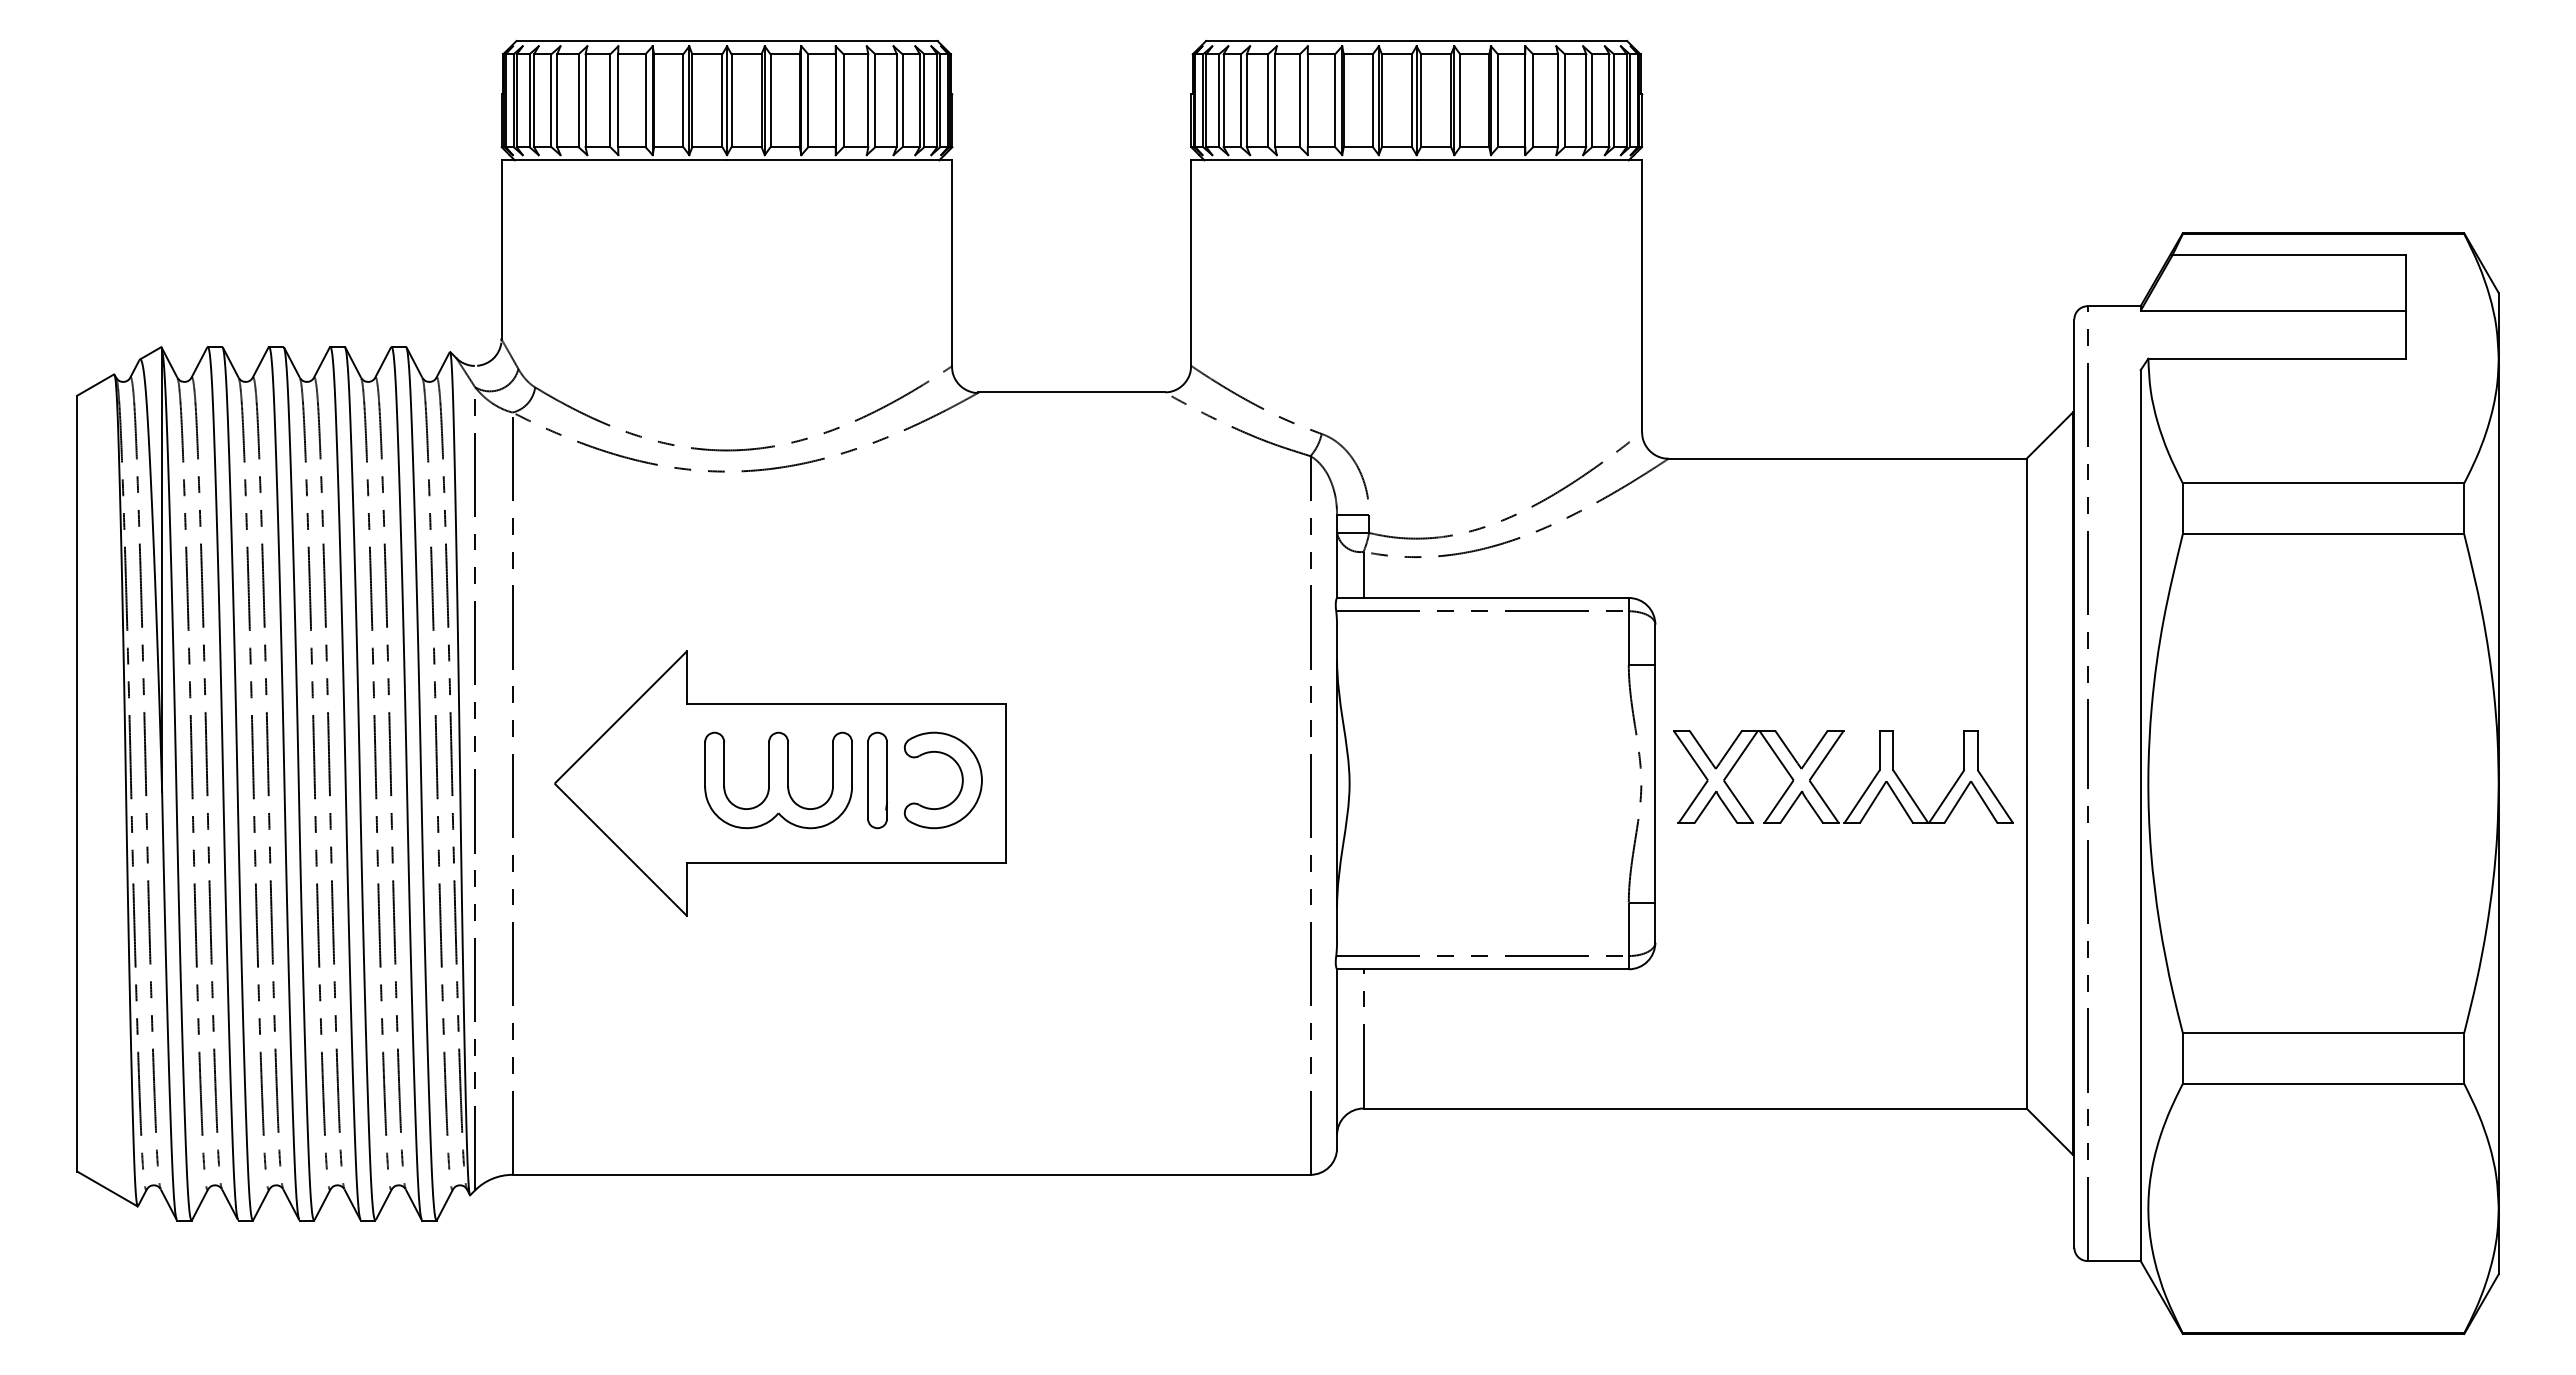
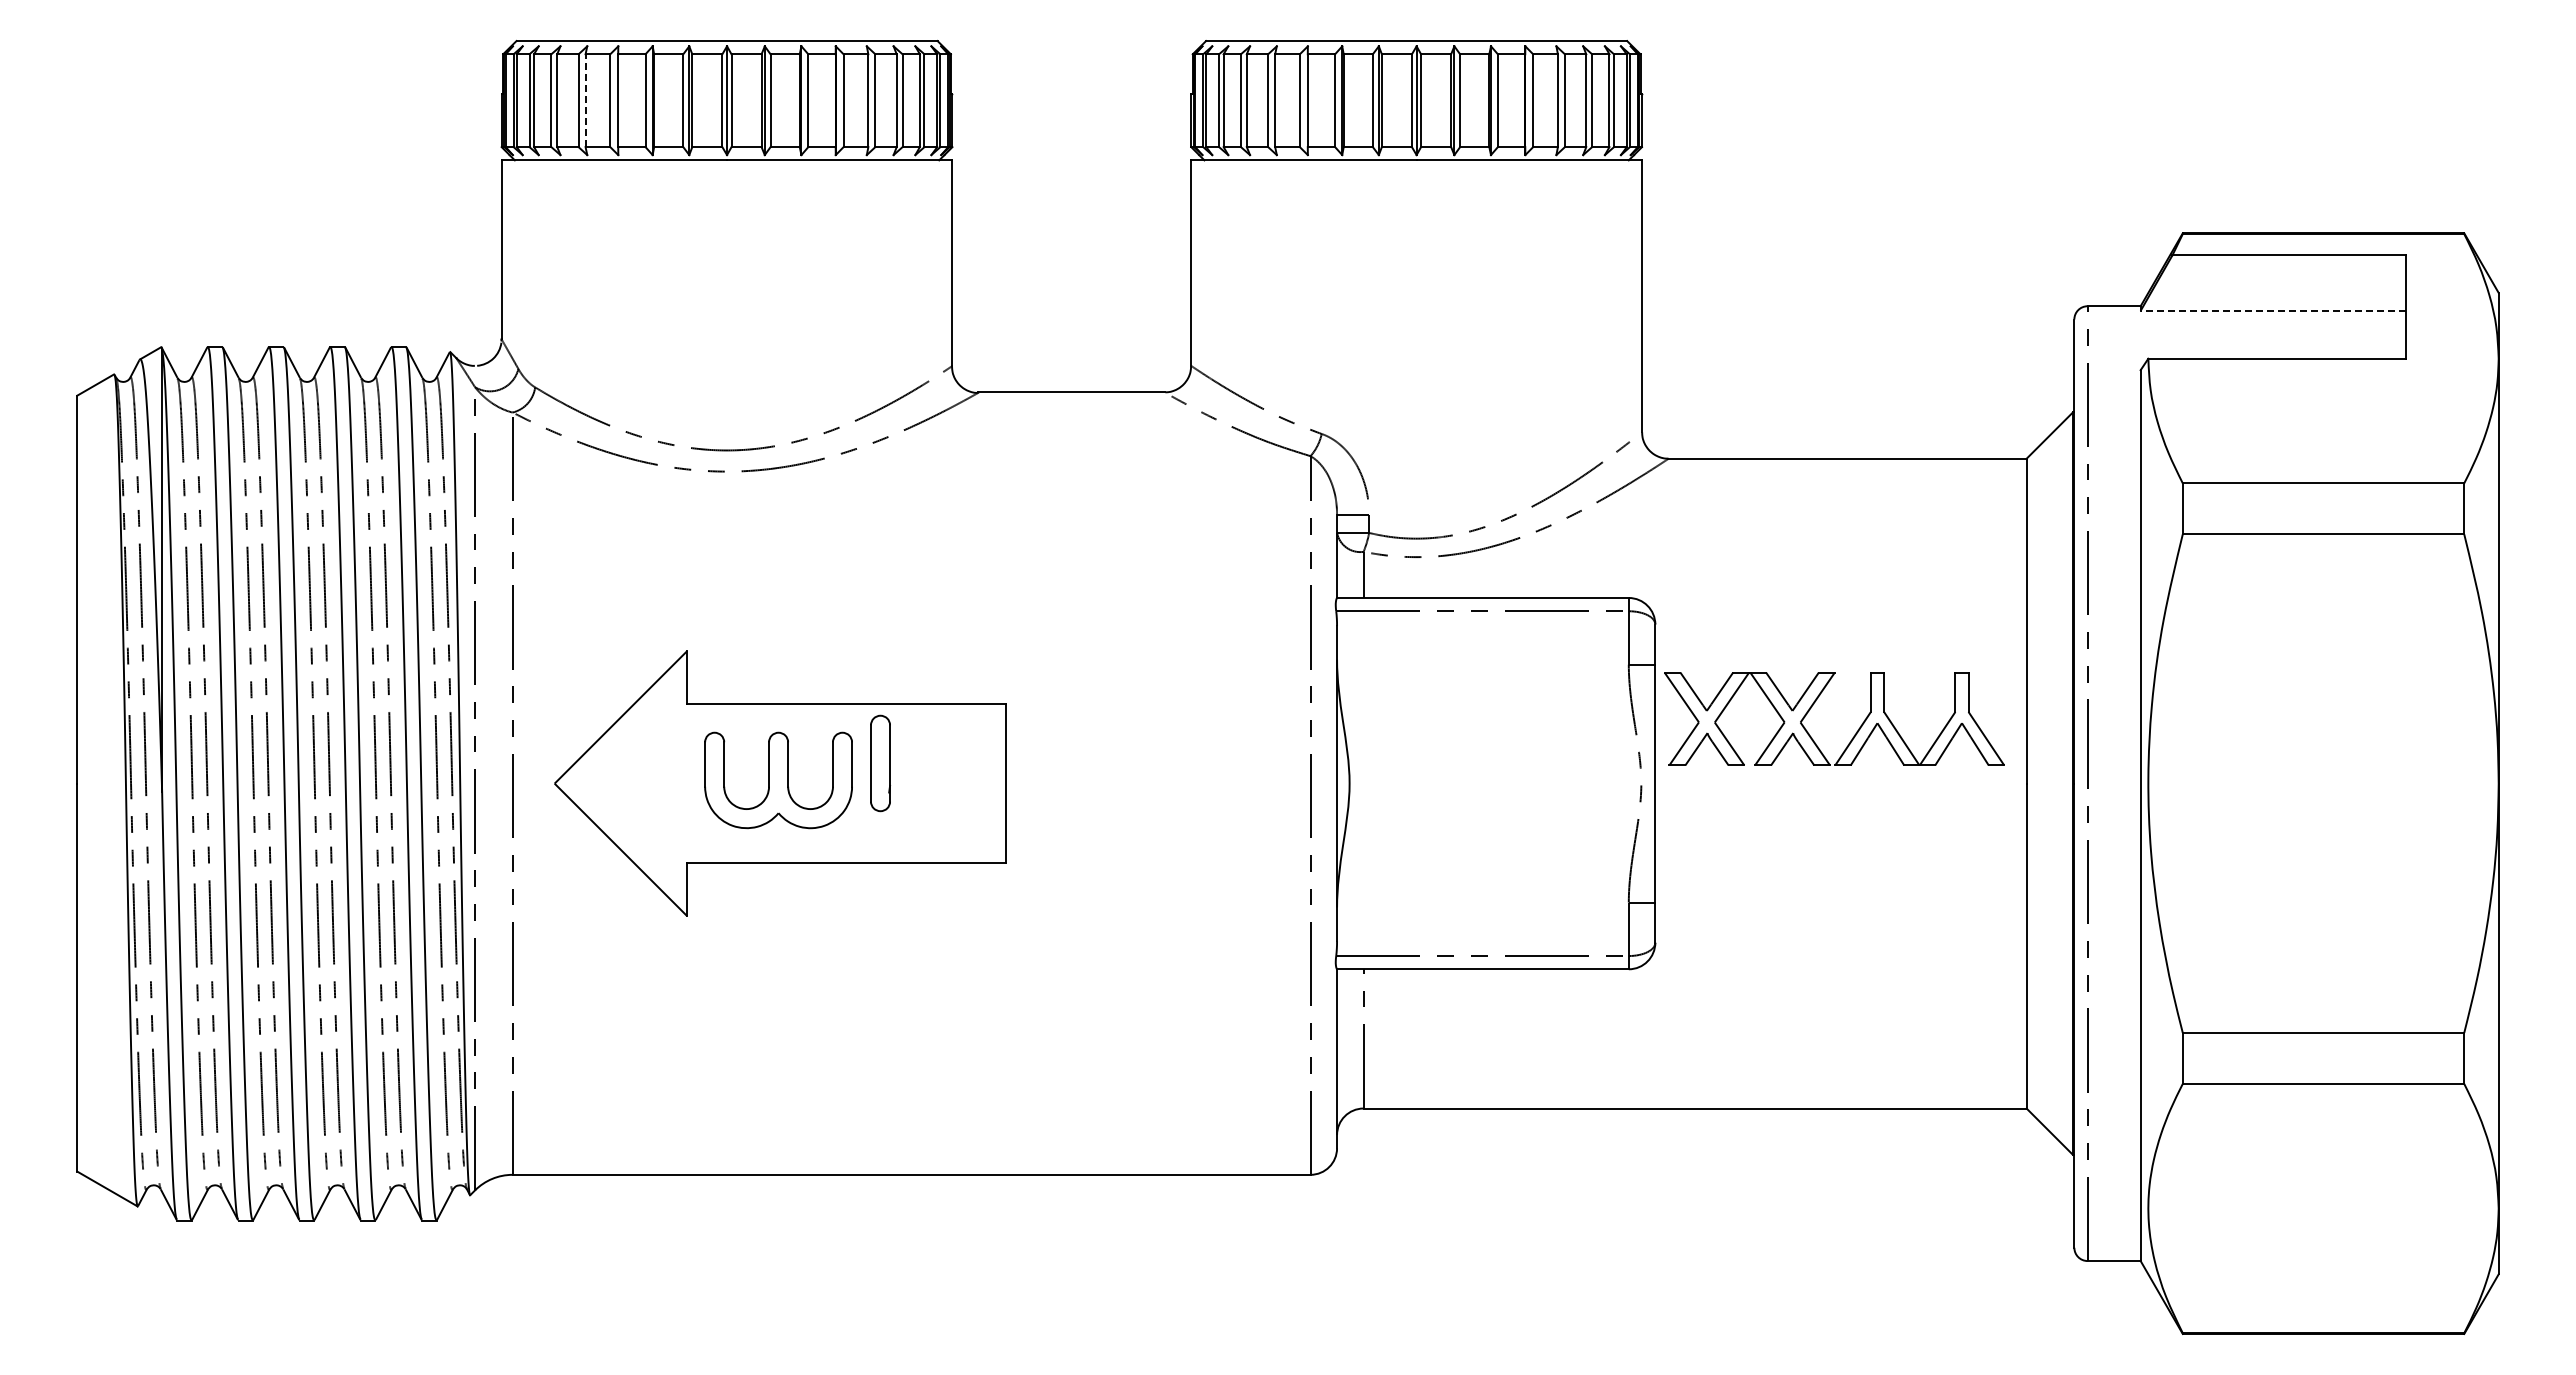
line at (585, 100): solid -> dashed
line at (2273, 310): solid -> dashed
part at (1823, 762) position: (1823, 762) -> (1814, 704)
part at (961, 778): present -> none
part at (877, 780) position: (877, 780) -> (880, 763)
